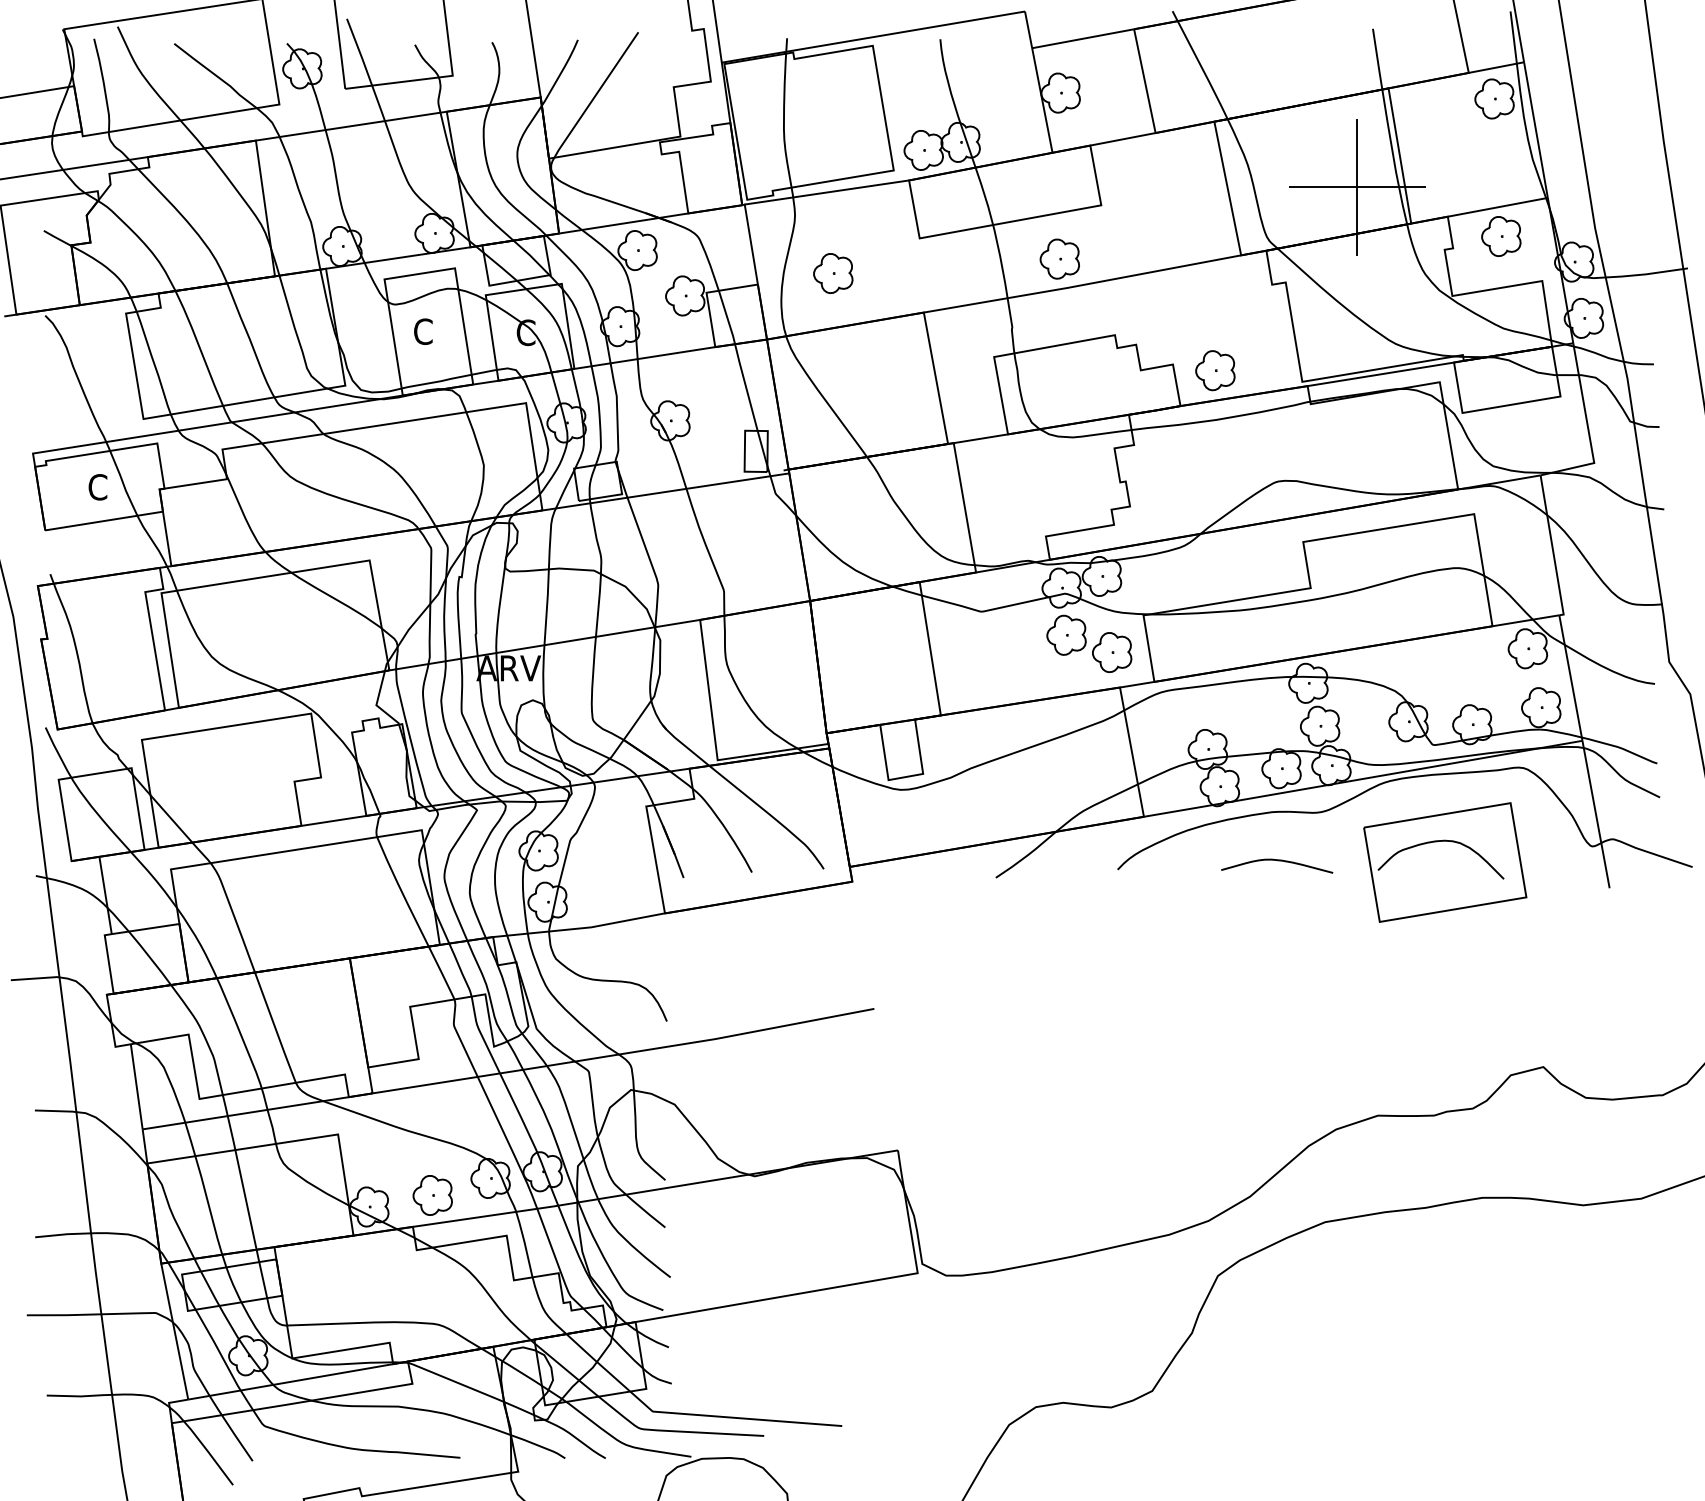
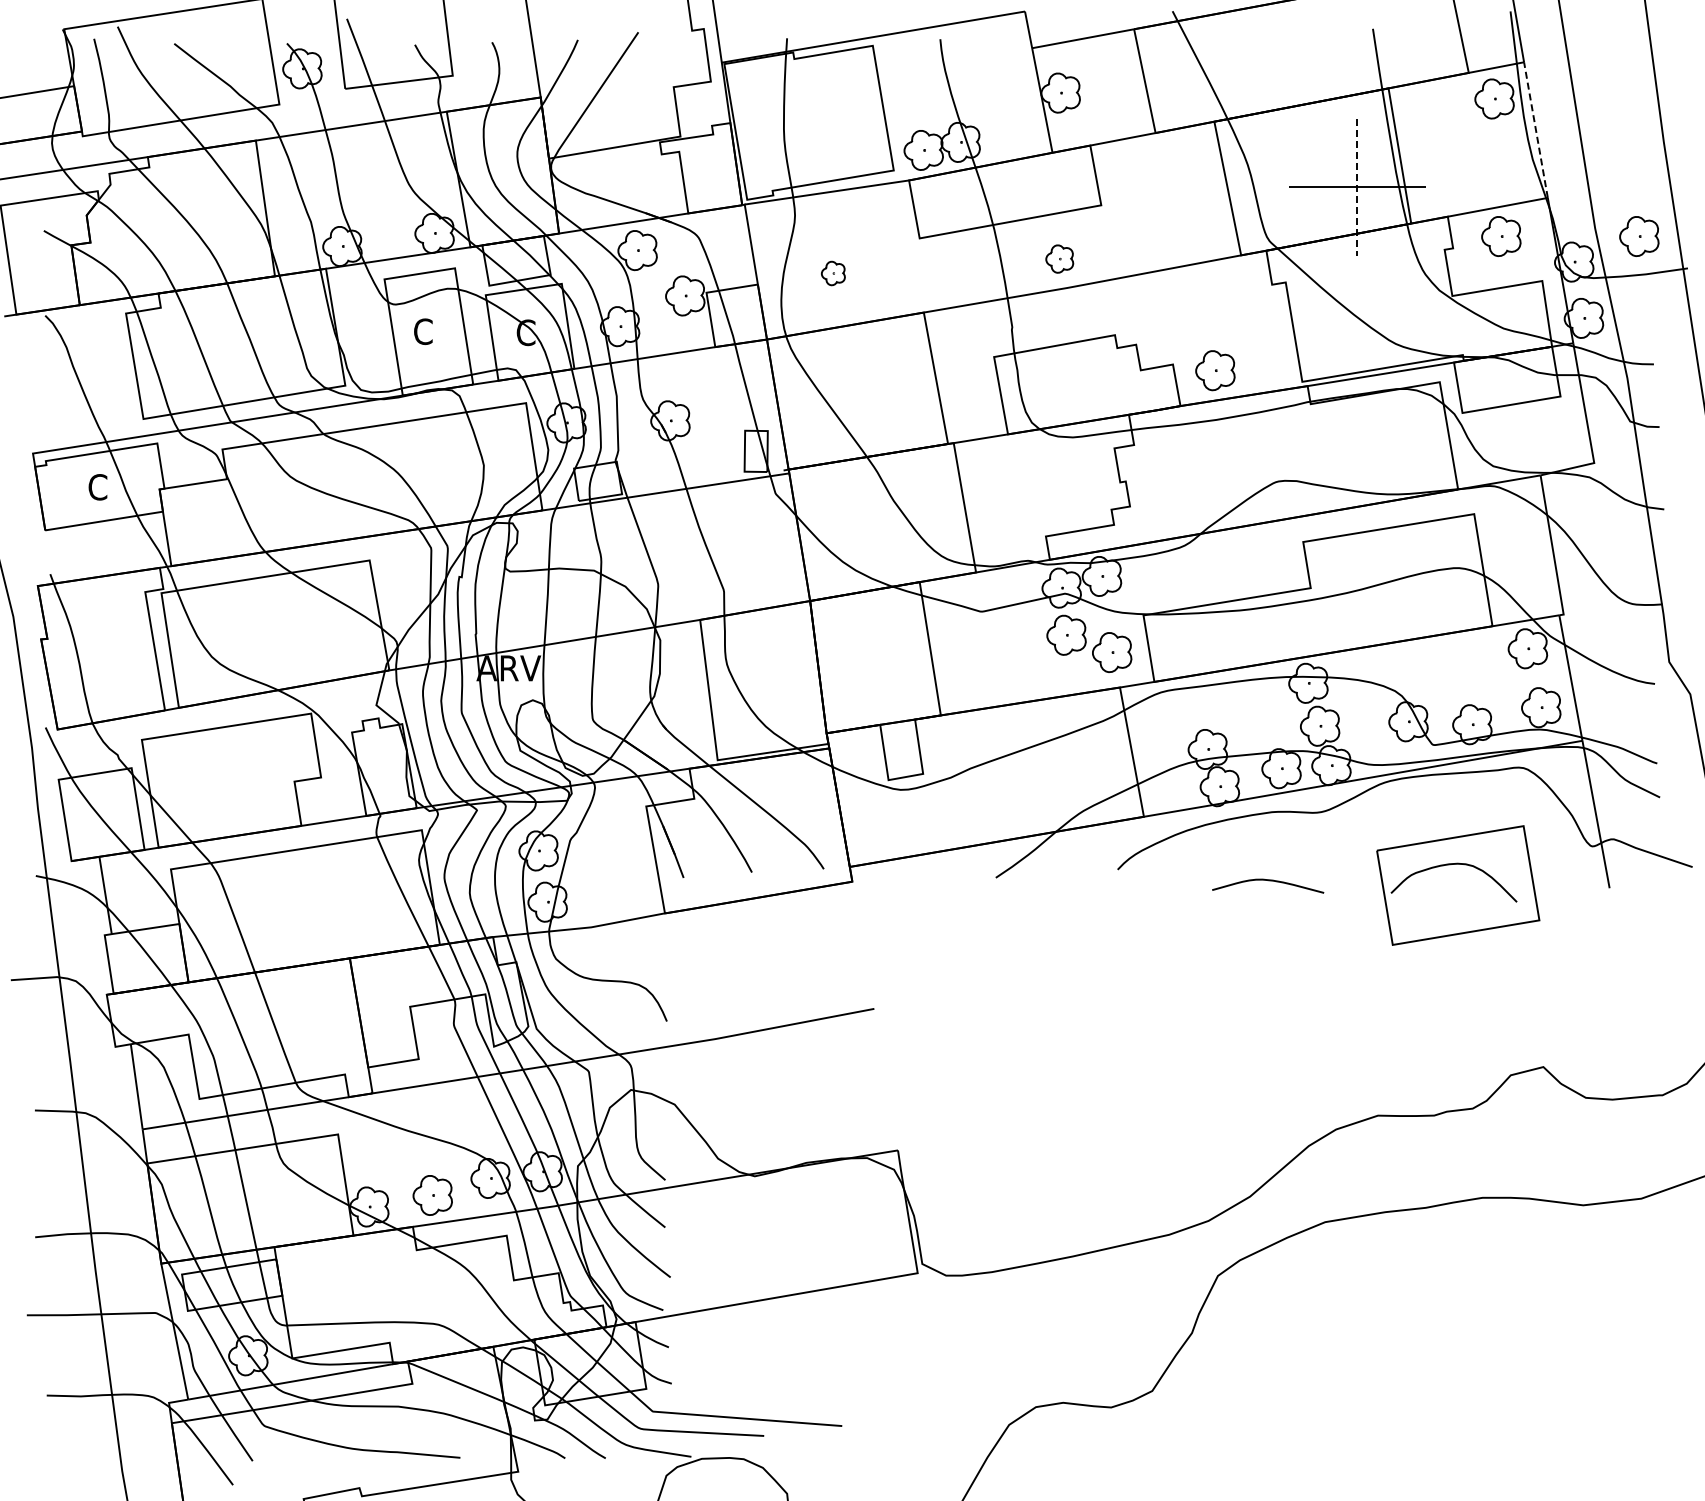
line at (1535, 130): solid -> dashed
line at (1357, 187): solid -> dashed
part at (1639, 236): none -> present
part at (1059, 258) size: 41x42 px -> 30x30 px
part at (833, 273) size: 41x41 px -> 25x27 px
curve at (1277, 861) position: (1277, 861) -> (1268, 881)
part at (1445, 862) position: (1445, 862) -> (1458, 885)
